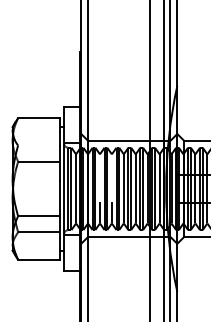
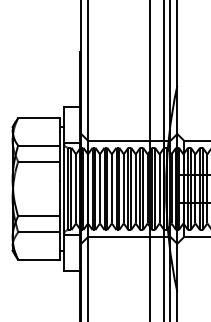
line at (38, 145): none -> present
line at (99, 178): none -> present
line at (111, 178): none -> present
